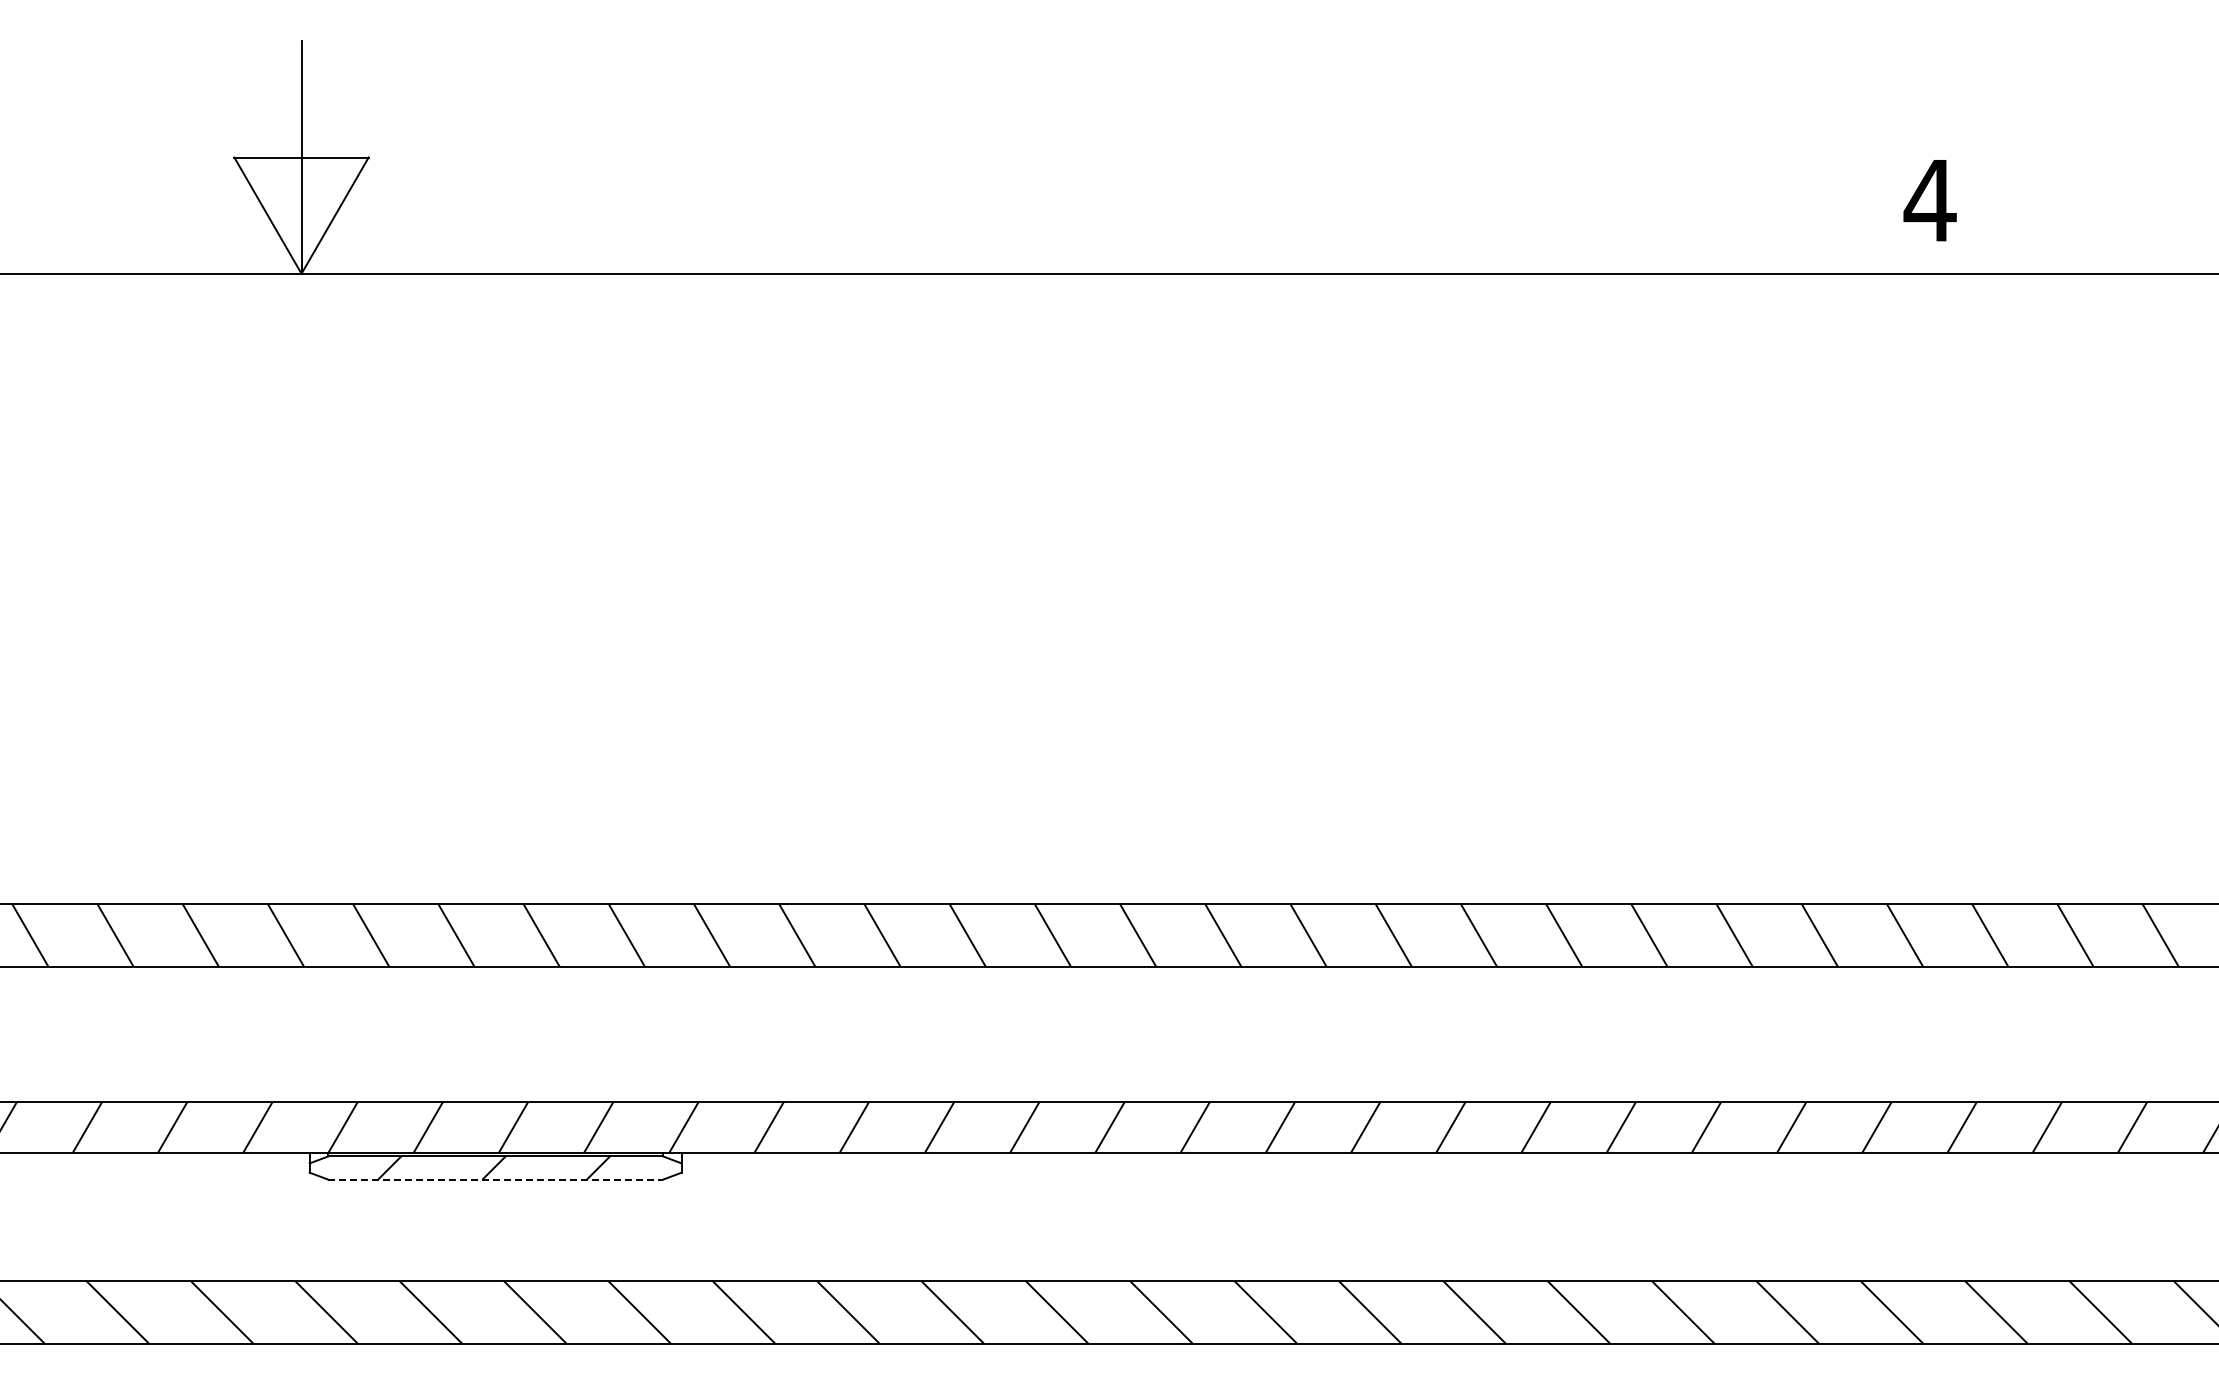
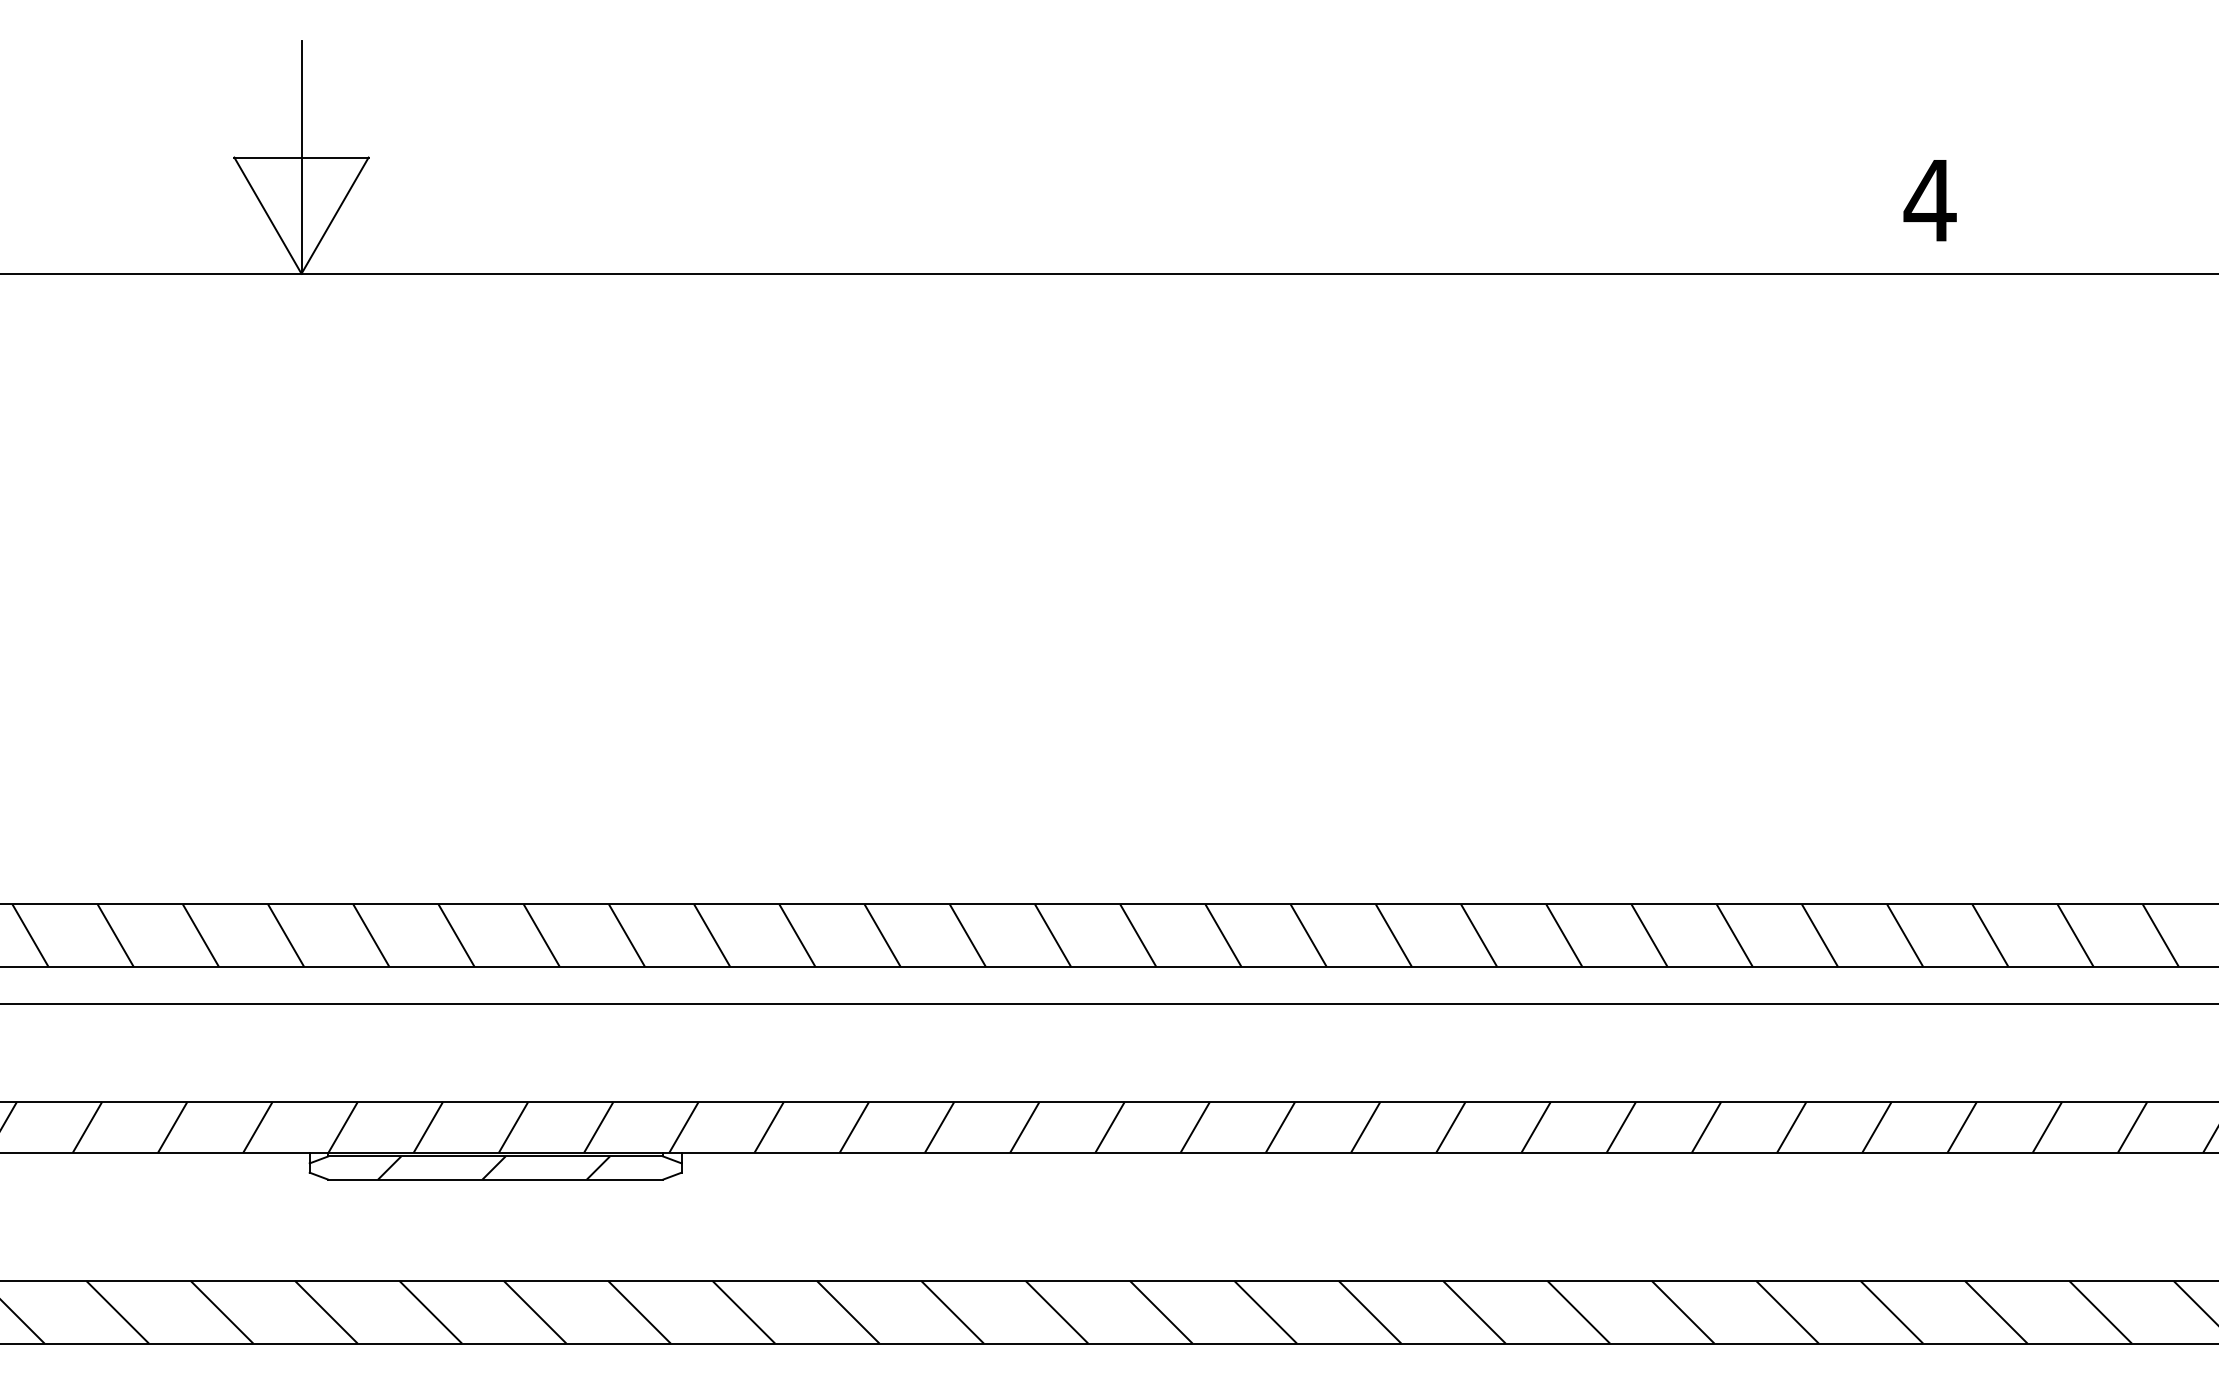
line at (1108, 1004): none -> present
line at (496, 1179): dashed -> solid
